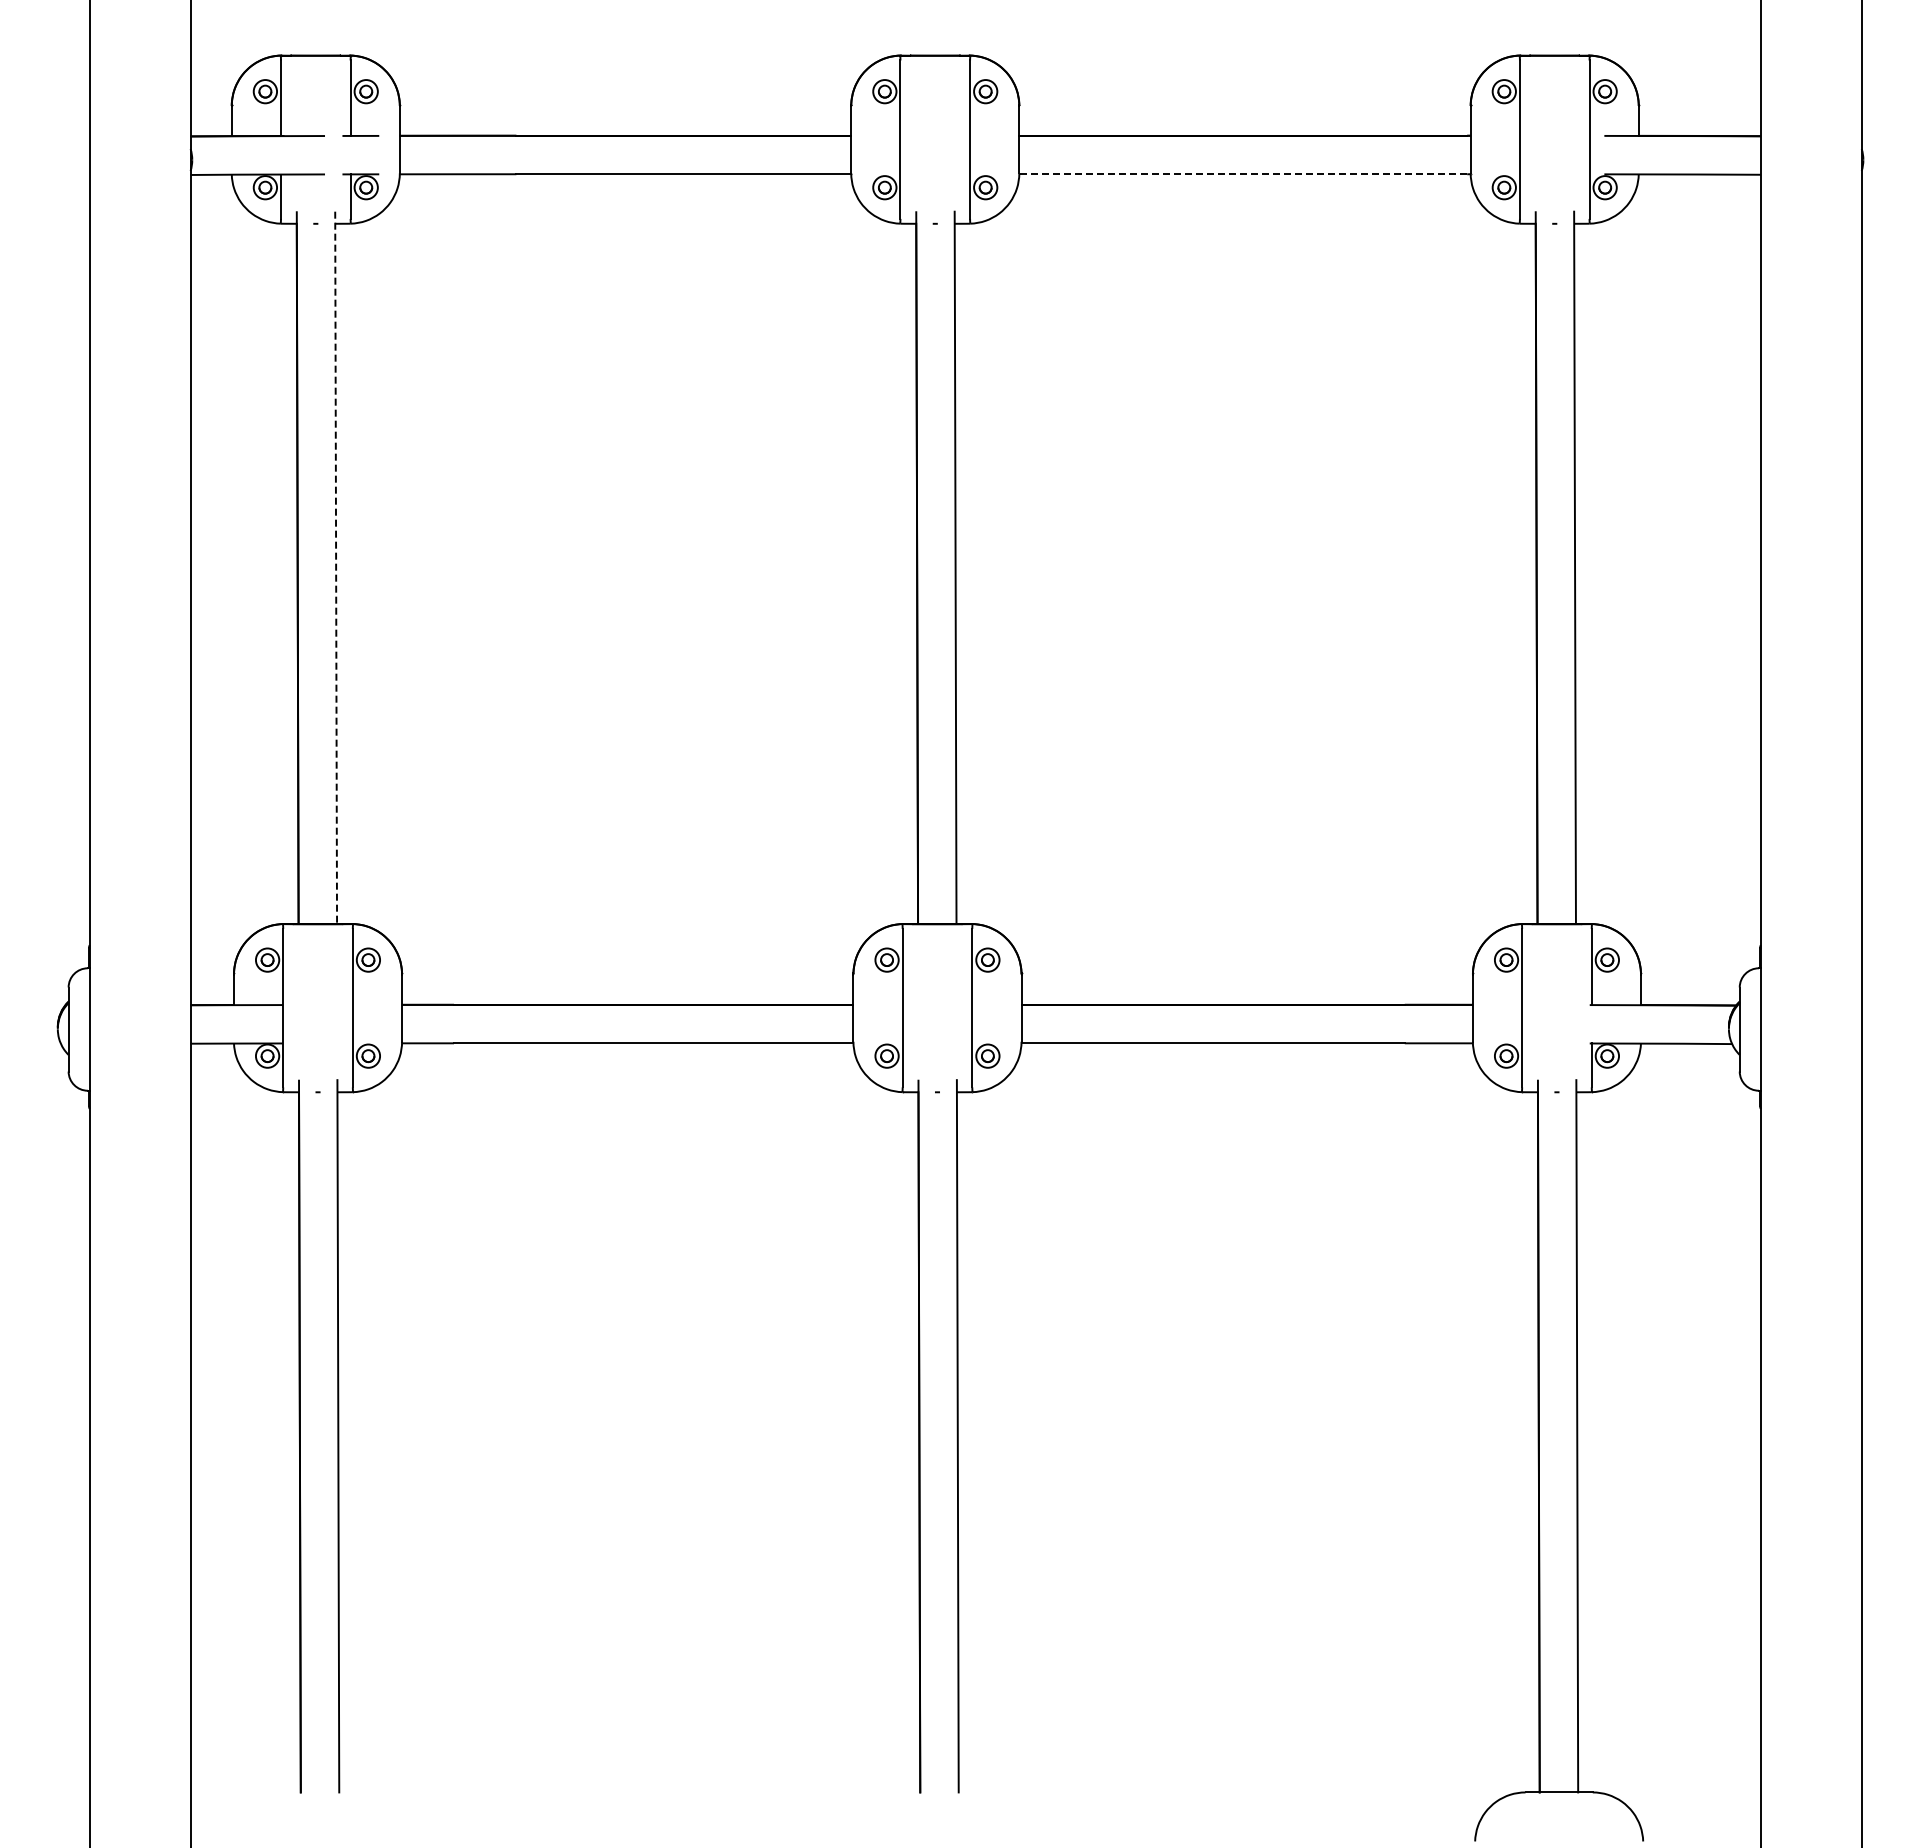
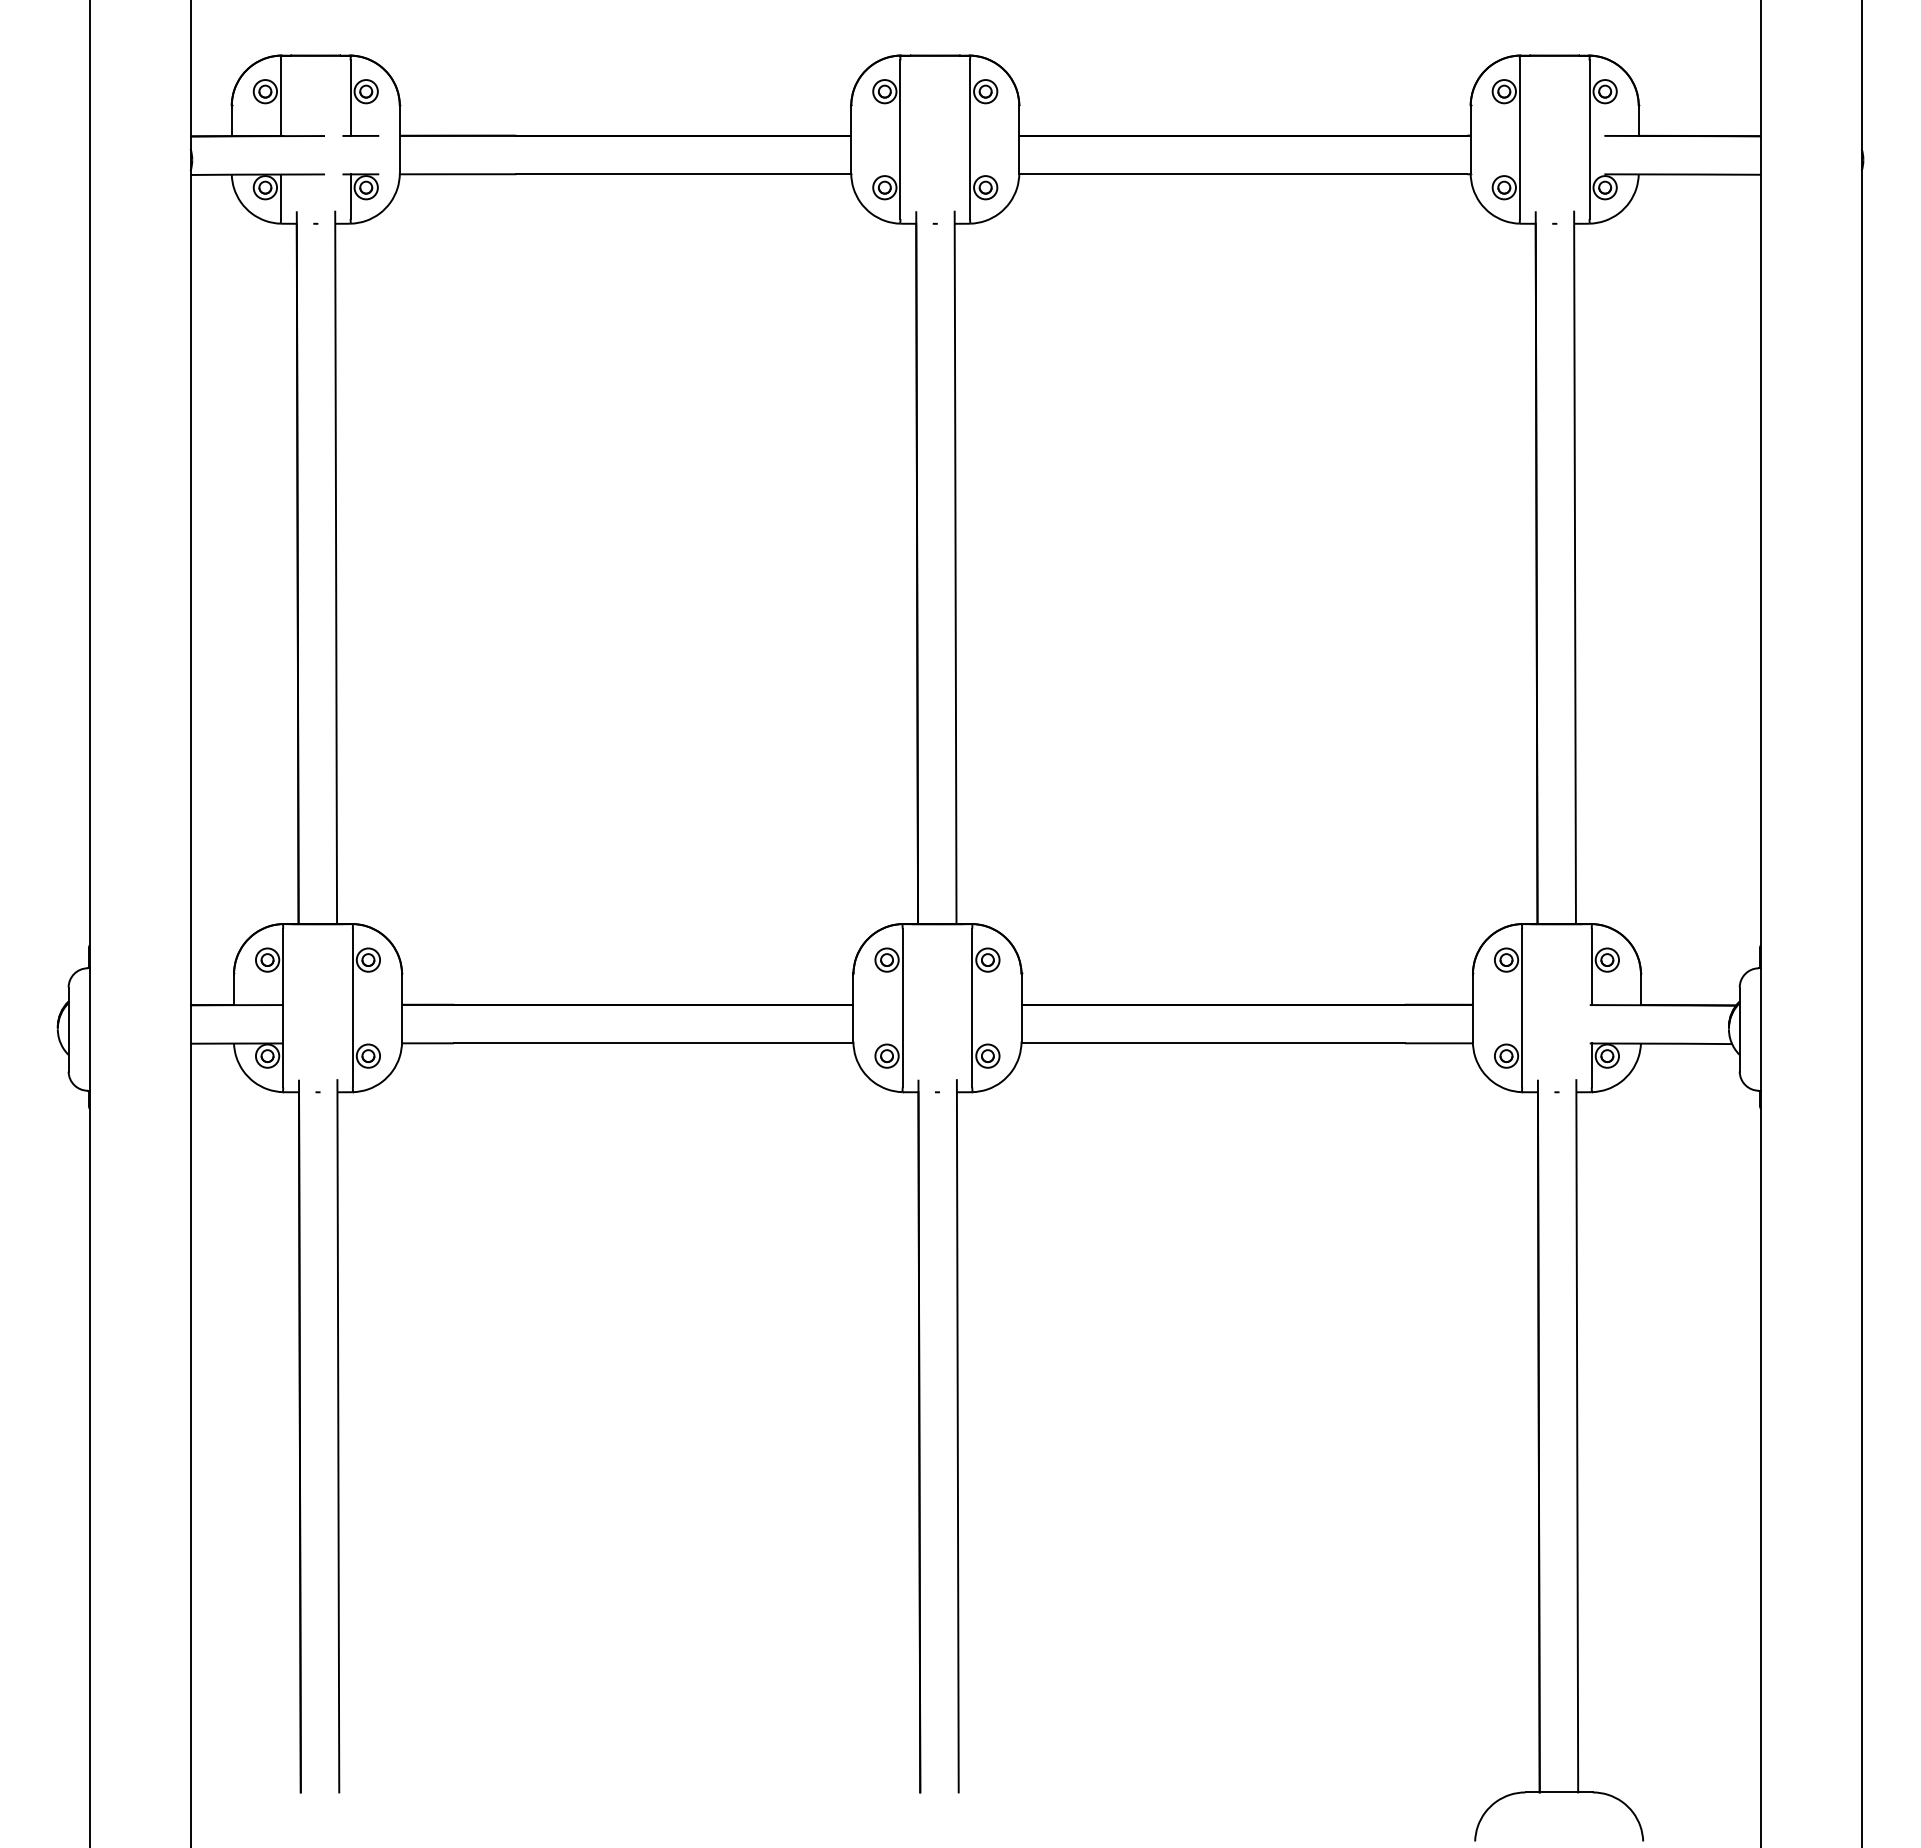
line at (1243, 174): dashed -> solid
line at (336, 568): dashed -> solid
